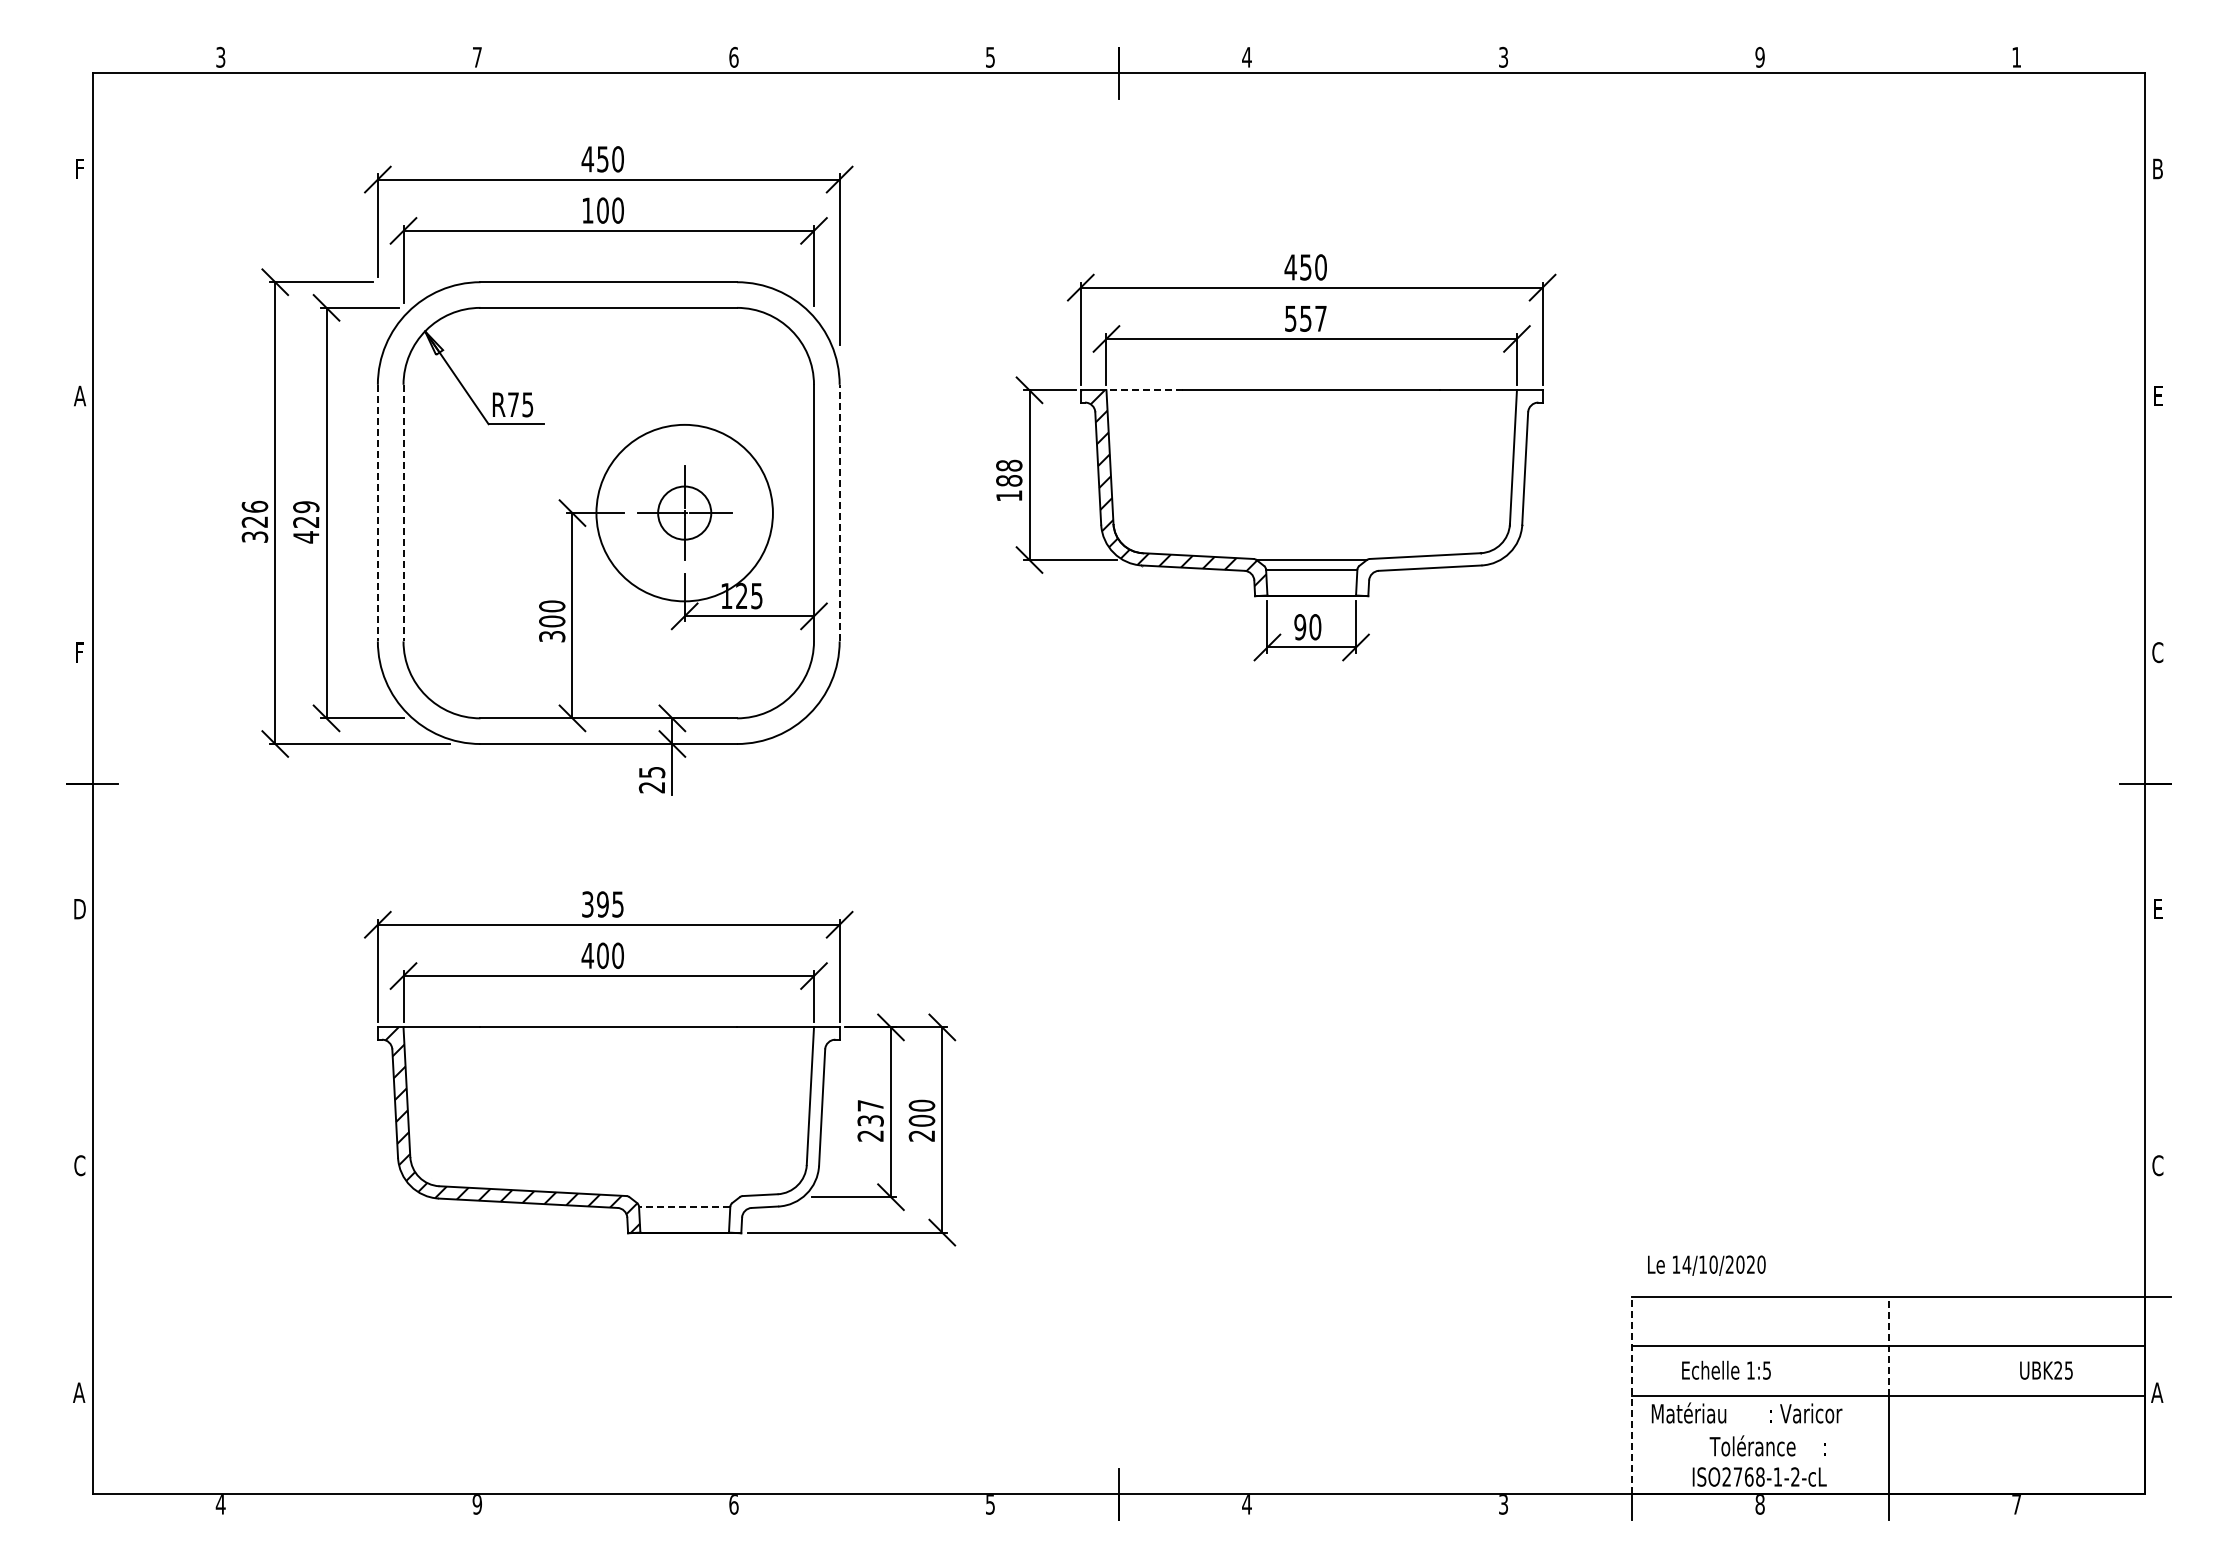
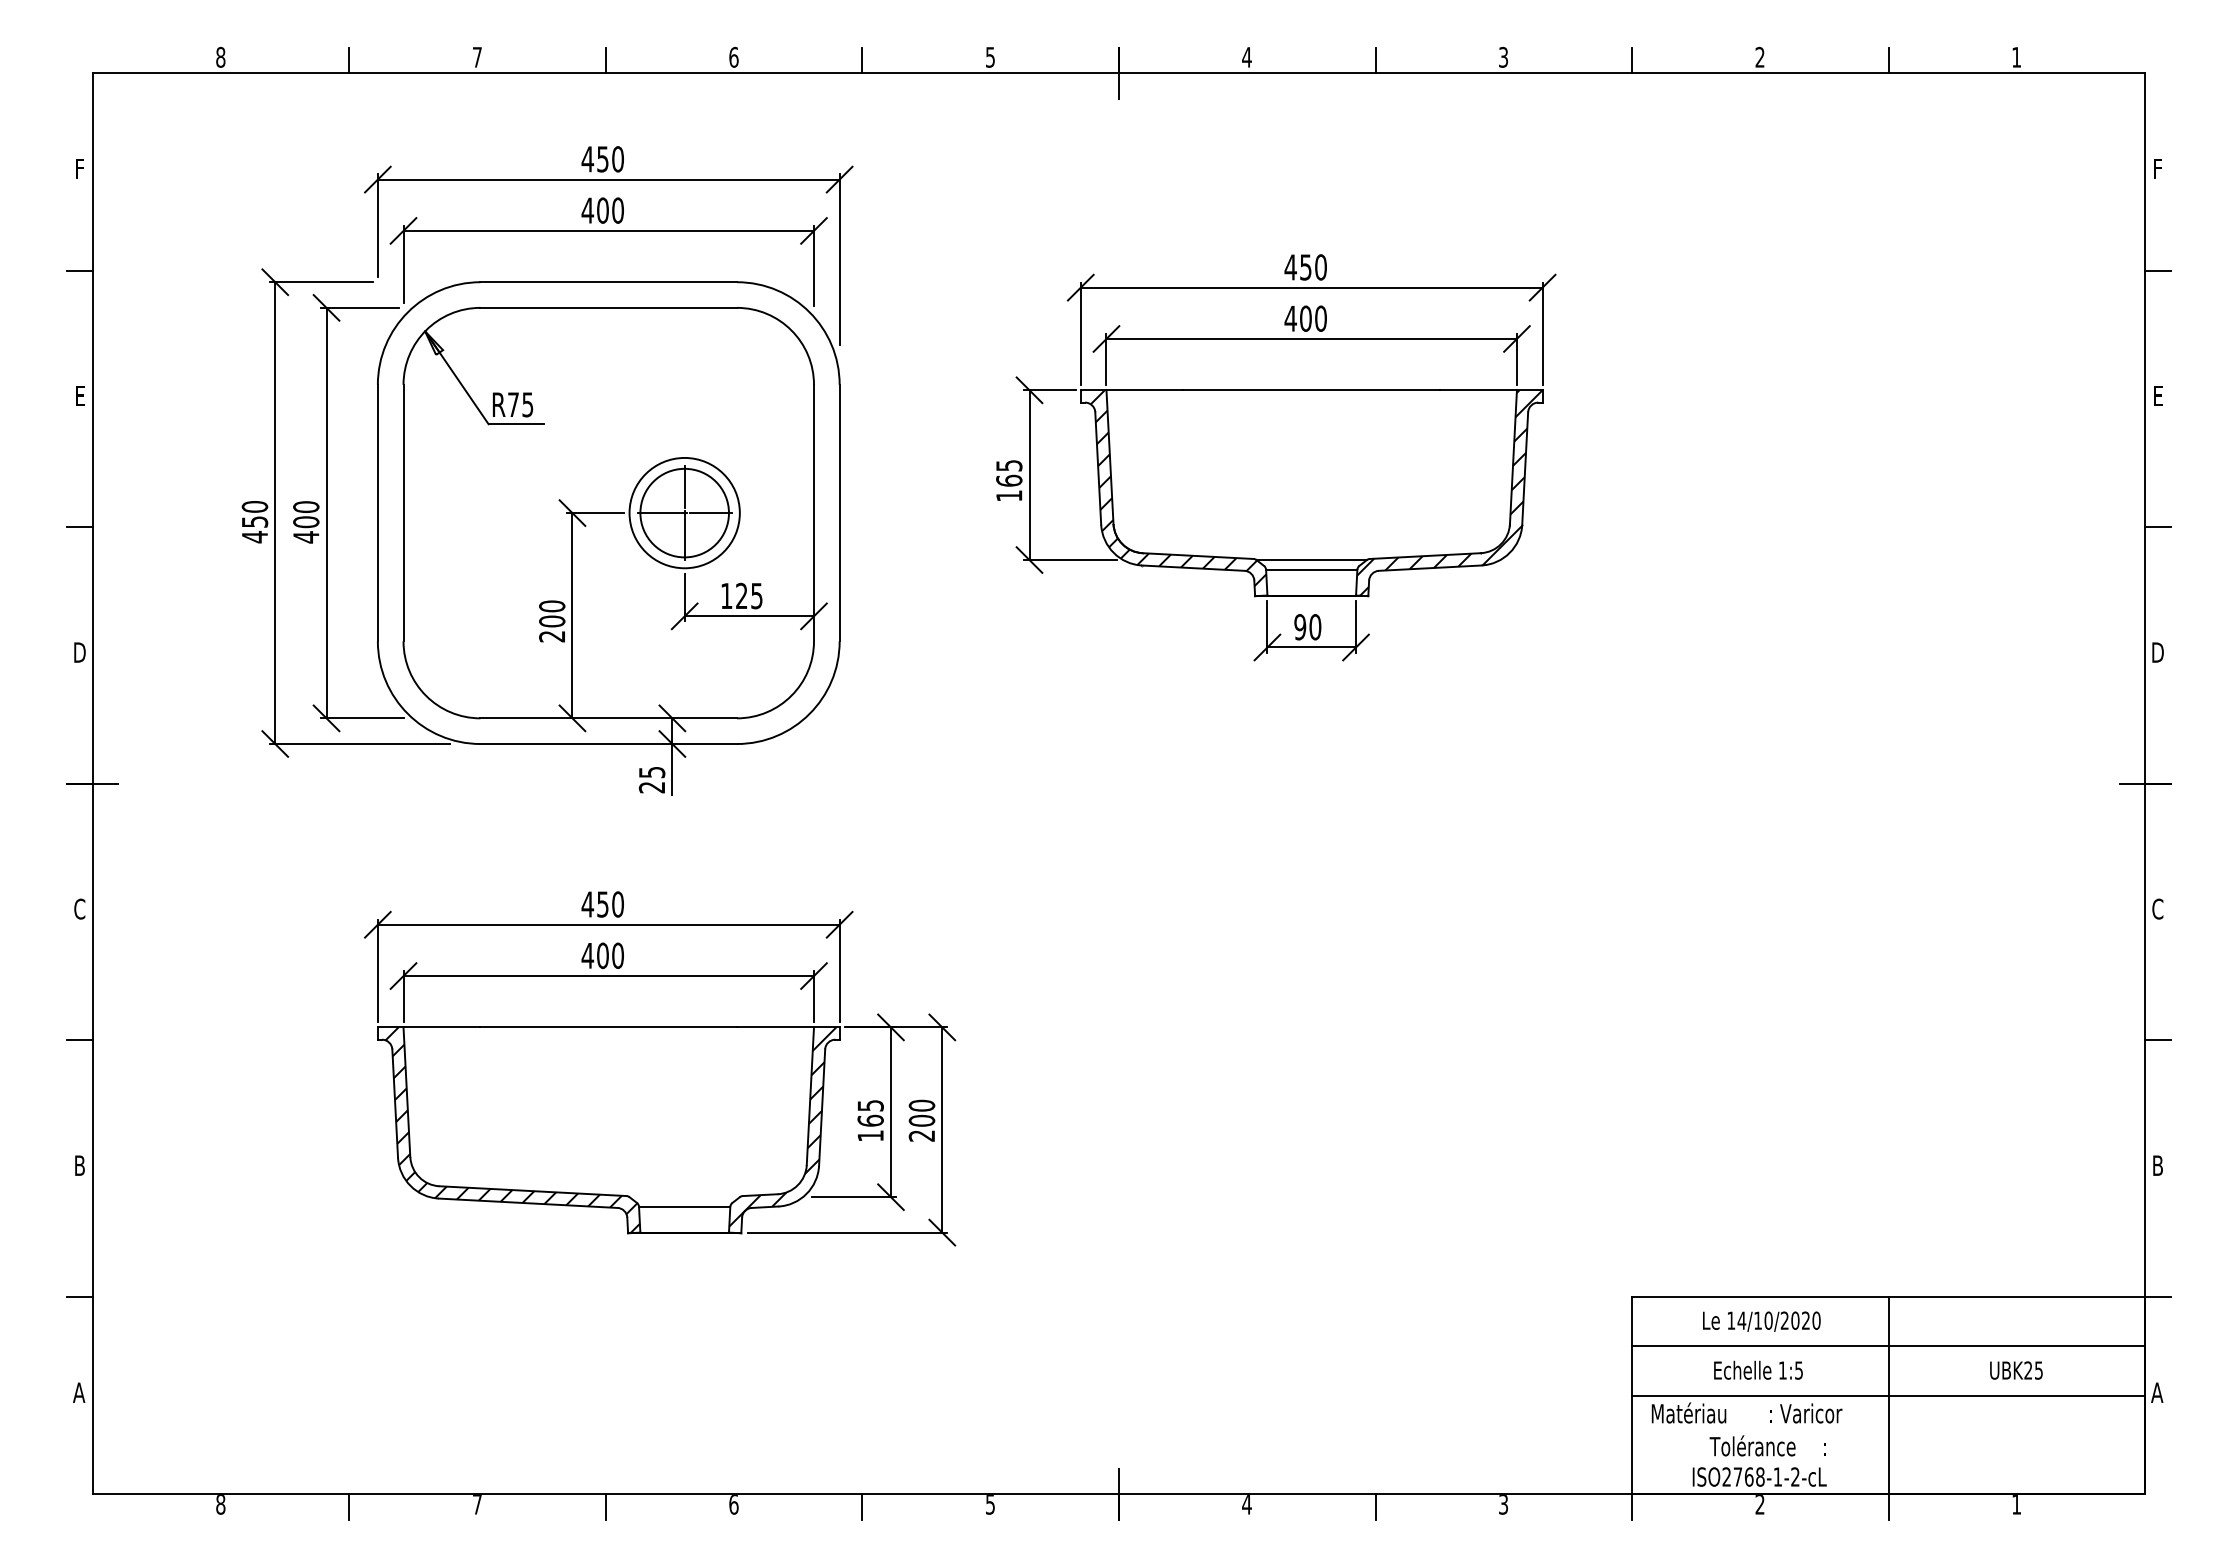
text at (220, 57): 3 -> 8
text at (1759, 57): 9 -> 2
line at (349, 60): none -> present
line at (605, 60): none -> present
line at (862, 60): none -> present
line at (1375, 60): none -> present
line at (1632, 60): none -> present
line at (1888, 60): none -> present
text at (2157, 168): B -> F
text at (587, 210): 100 -> 400
line at (79, 270): none -> present
line at (2157, 270): none -> present
text at (1305, 318): 557 -> 400
line at (1144, 390): dashed -> solid
text at (79, 395): A -> E
text at (1009, 472): 188 -> 165
hatch at (1449, 492): none -> present
circle at (684, 512) diameter: 177 px -> 110 px
circle at (684, 512) diameter: 53 px -> 89 px
line at (839, 512): dashed -> solid
line at (377, 513): dashed -> solid
line at (403, 513): dashed -> solid
text at (306, 514): 429 -> 400
text at (254, 521): 326 -> 450
line at (79, 527): none -> present
line at (2157, 527): none -> present
text at (552, 636): 300 -> 200
text at (79, 652): F -> D
text at (2157, 652): C -> D
text at (602, 904): 395 -> 450
text at (79, 908): D -> C
text at (2157, 908): E -> C
line at (79, 1040): none -> present
line at (2157, 1040): none -> present
text at (870, 1120): 237 -> 165
hatch at (782, 1126): none -> present
text at (79, 1165): C -> B
text at (2157, 1165): C -> B
line at (684, 1206): dashed -> solid
text at (1706, 1265) position: (1706, 1265) -> (1761, 1321)
line at (79, 1296): none -> present
line at (1888, 1345): dashed -> solid
text at (1726, 1369) position: (1726, 1369) -> (1758, 1369)
text at (2046, 1370) position: (2046, 1370) -> (2016, 1370)
line at (1632, 1395): dashed -> solid
text at (220, 1504): 4 -> 8
text at (476, 1504): 9 -> 7
text at (1759, 1504): 8 -> 2
text at (2016, 1504): 7 -> 1
line at (349, 1507): none -> present
line at (605, 1507): none -> present
line at (862, 1507): none -> present
line at (1375, 1507): none -> present
